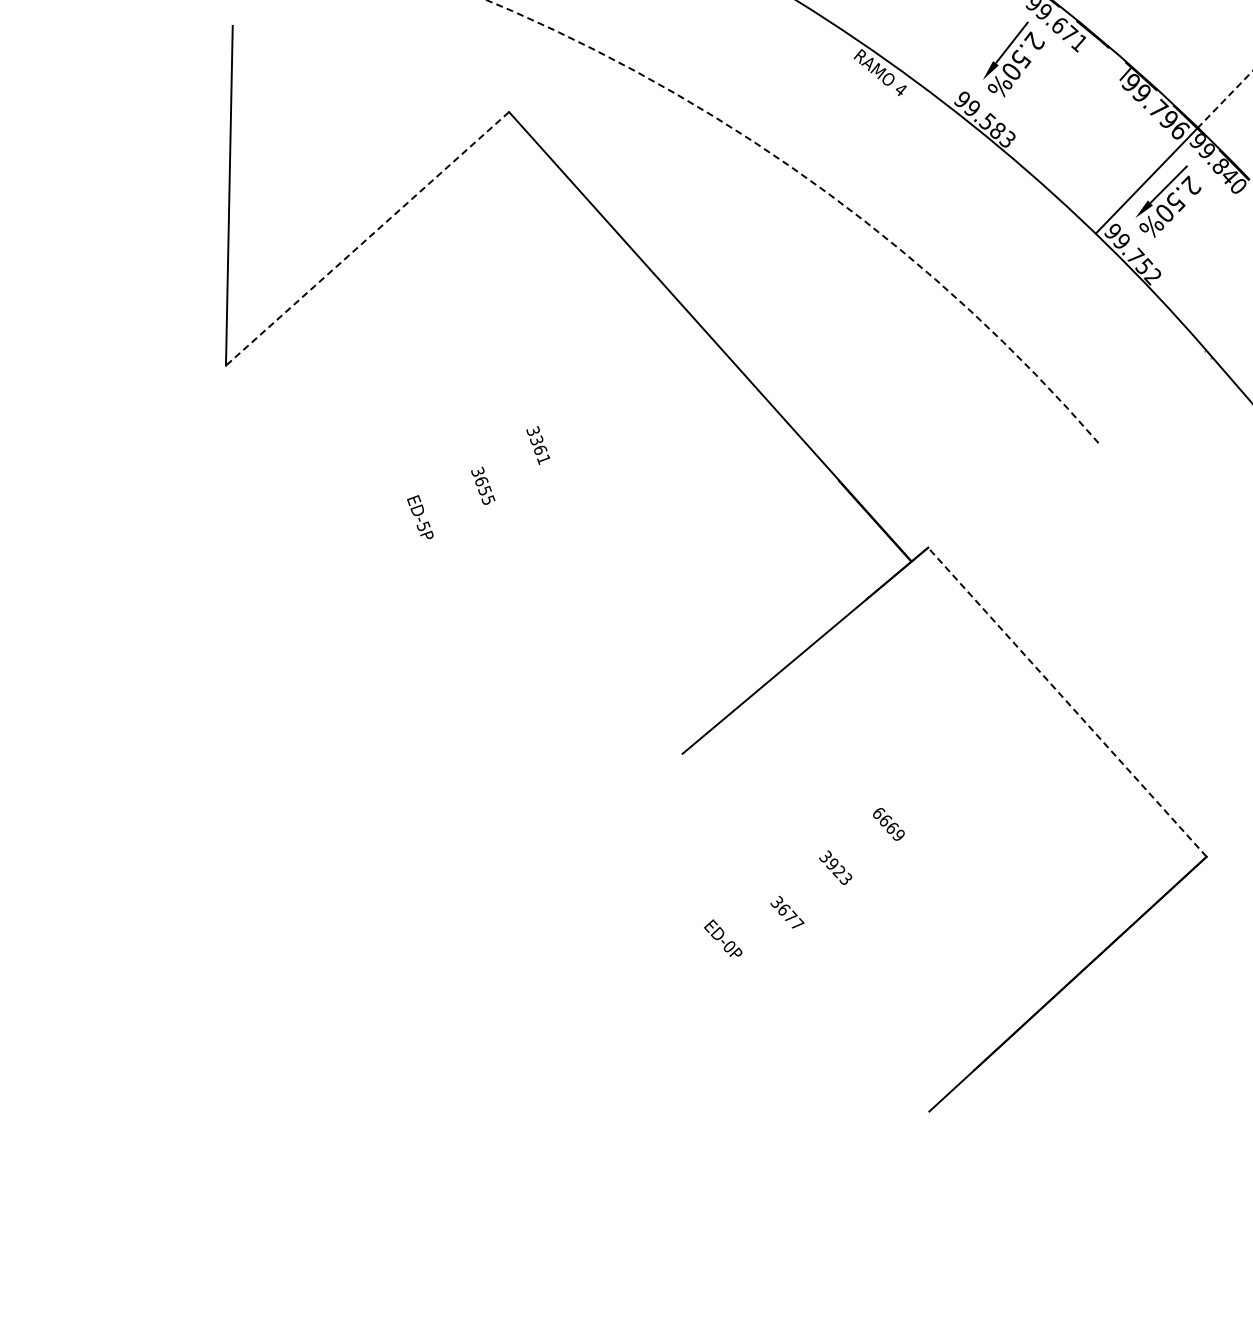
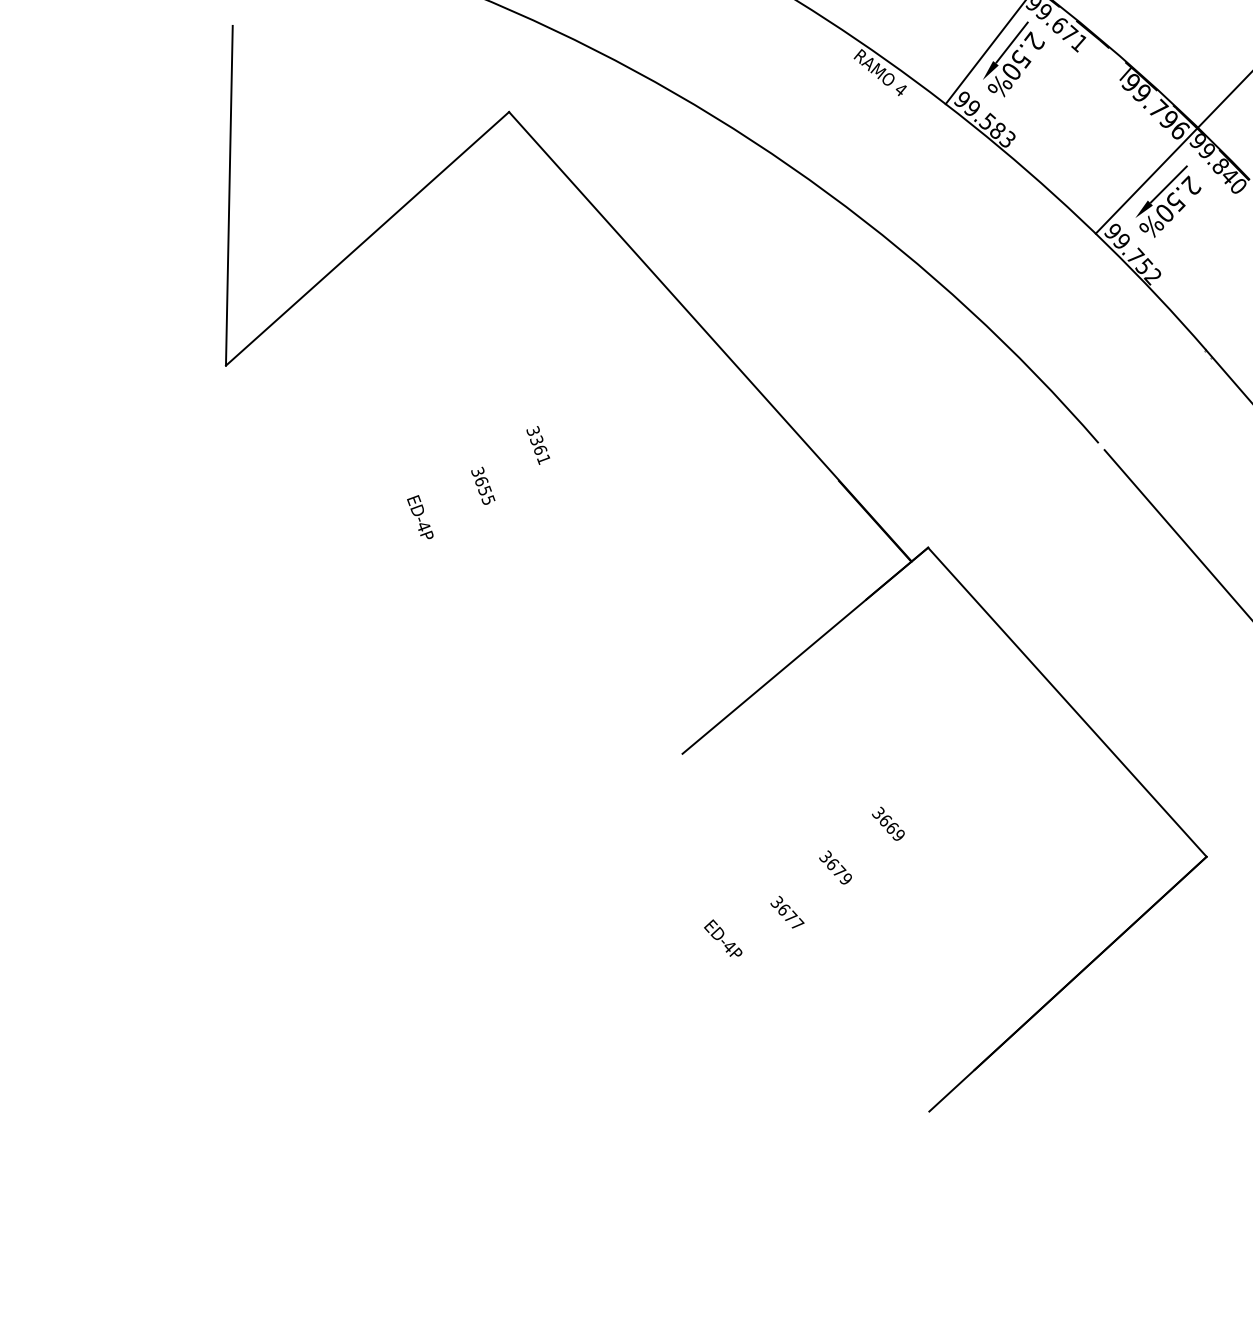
line at (984, 53): none -> present
line at (1225, 99): dashed -> solid
arc at (820, 188): dashed -> solid
line at (367, 239): dashed -> solid
text at (423, 526): ED-5P -> ED-4P
line at (1176, 533): none -> present
line at (1067, 701): dashed -> solid
text at (878, 812): 6669 -> 3669
text at (839, 871): 3923 -> 3679
text at (729, 946): ED-0P -> ED-4P
